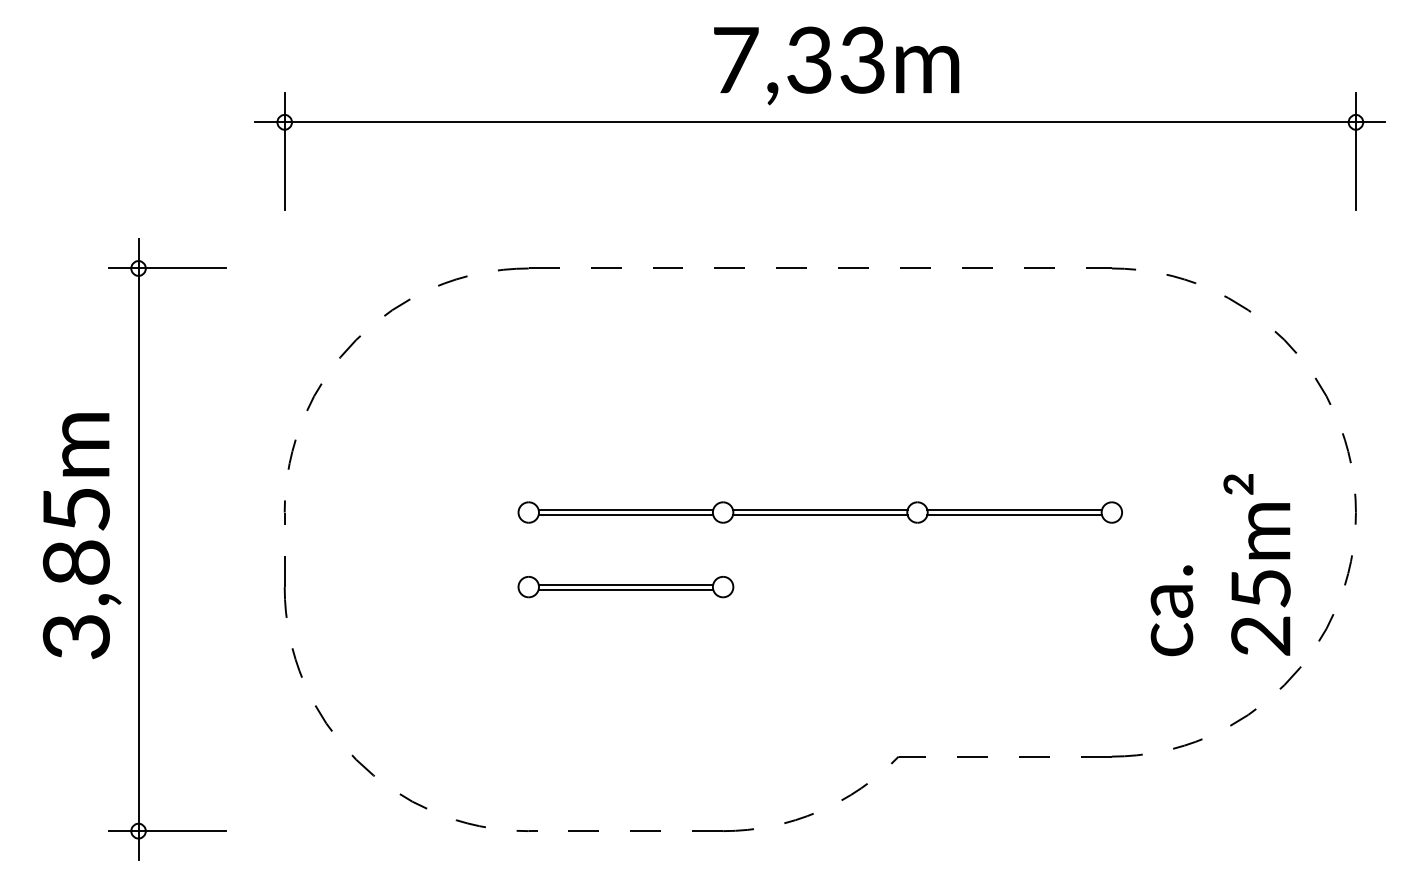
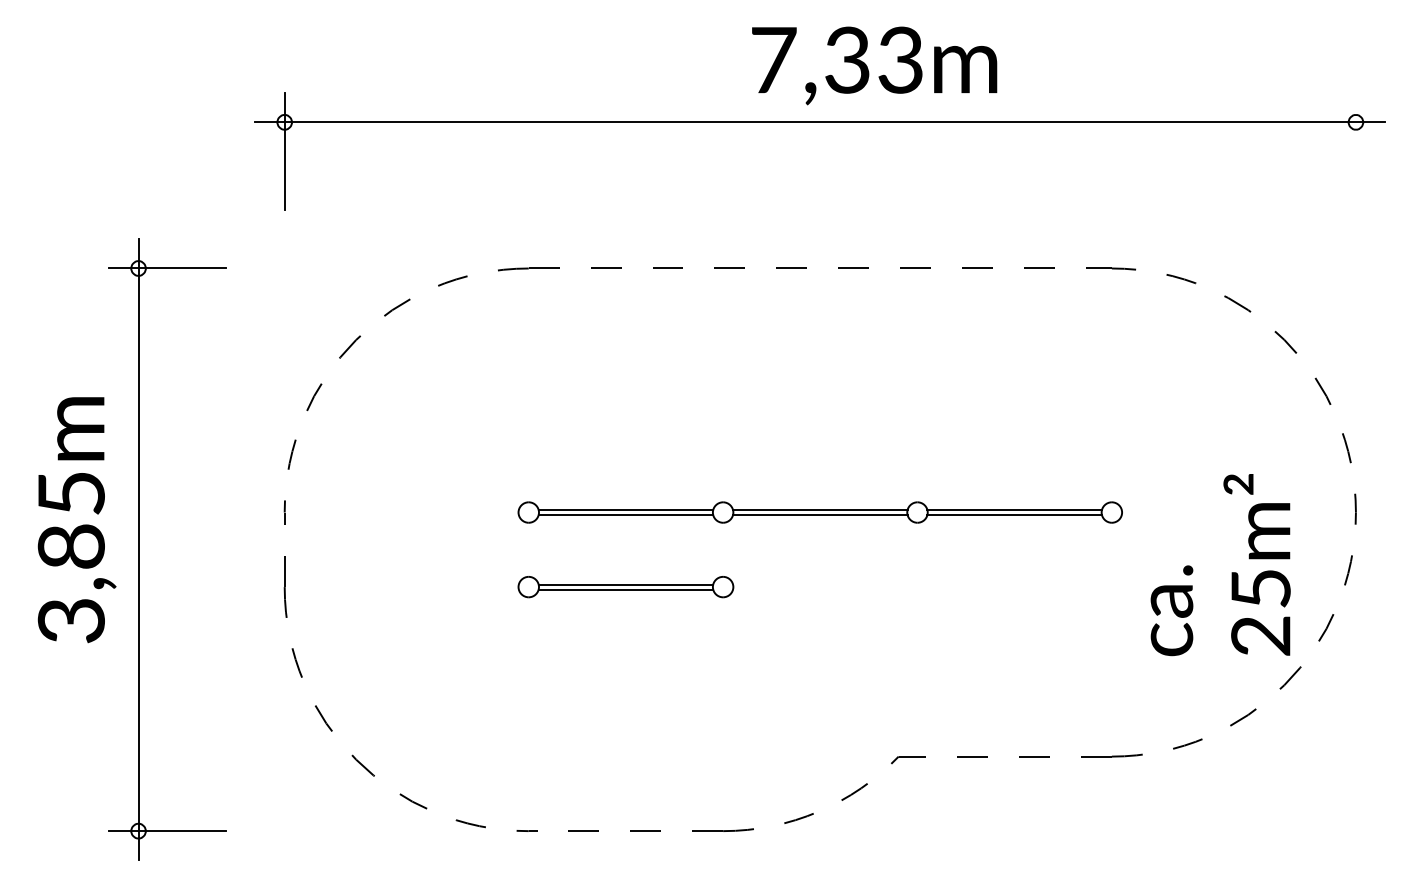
text at (836, 65) position: (836, 65) -> (874, 65)
line at (1355, 151): present -> none
text at (81, 536) position: (81, 536) -> (76, 520)
